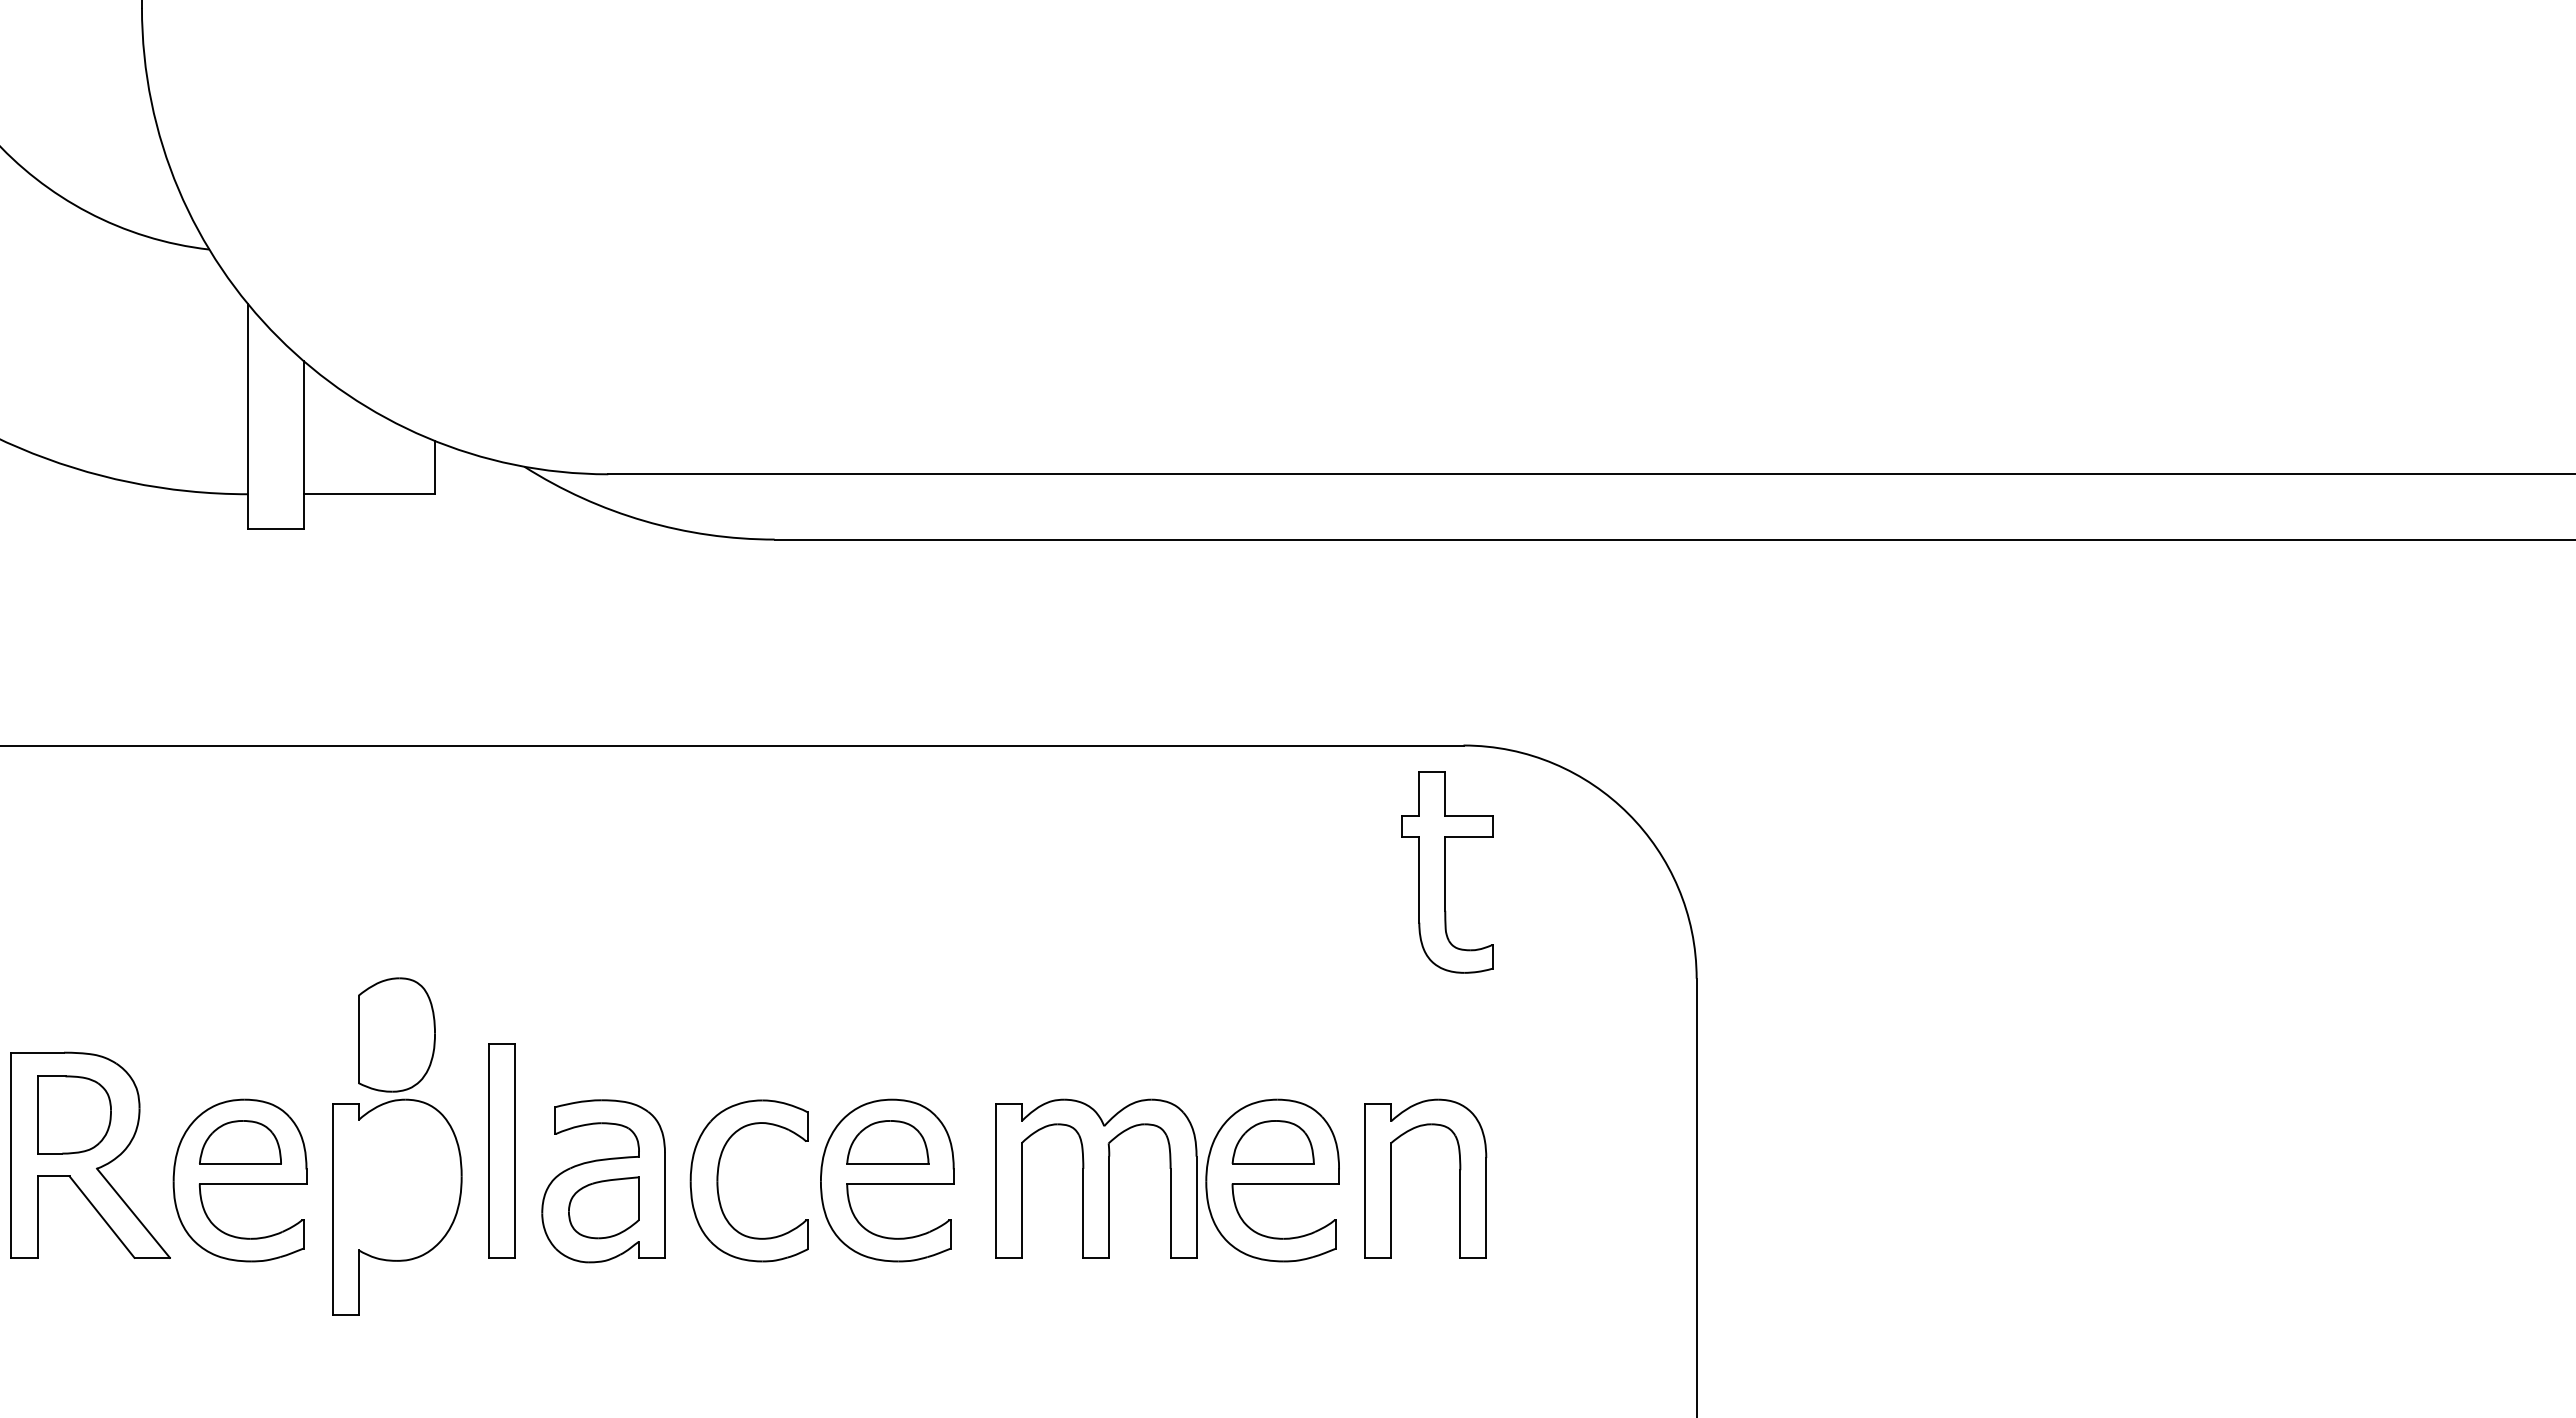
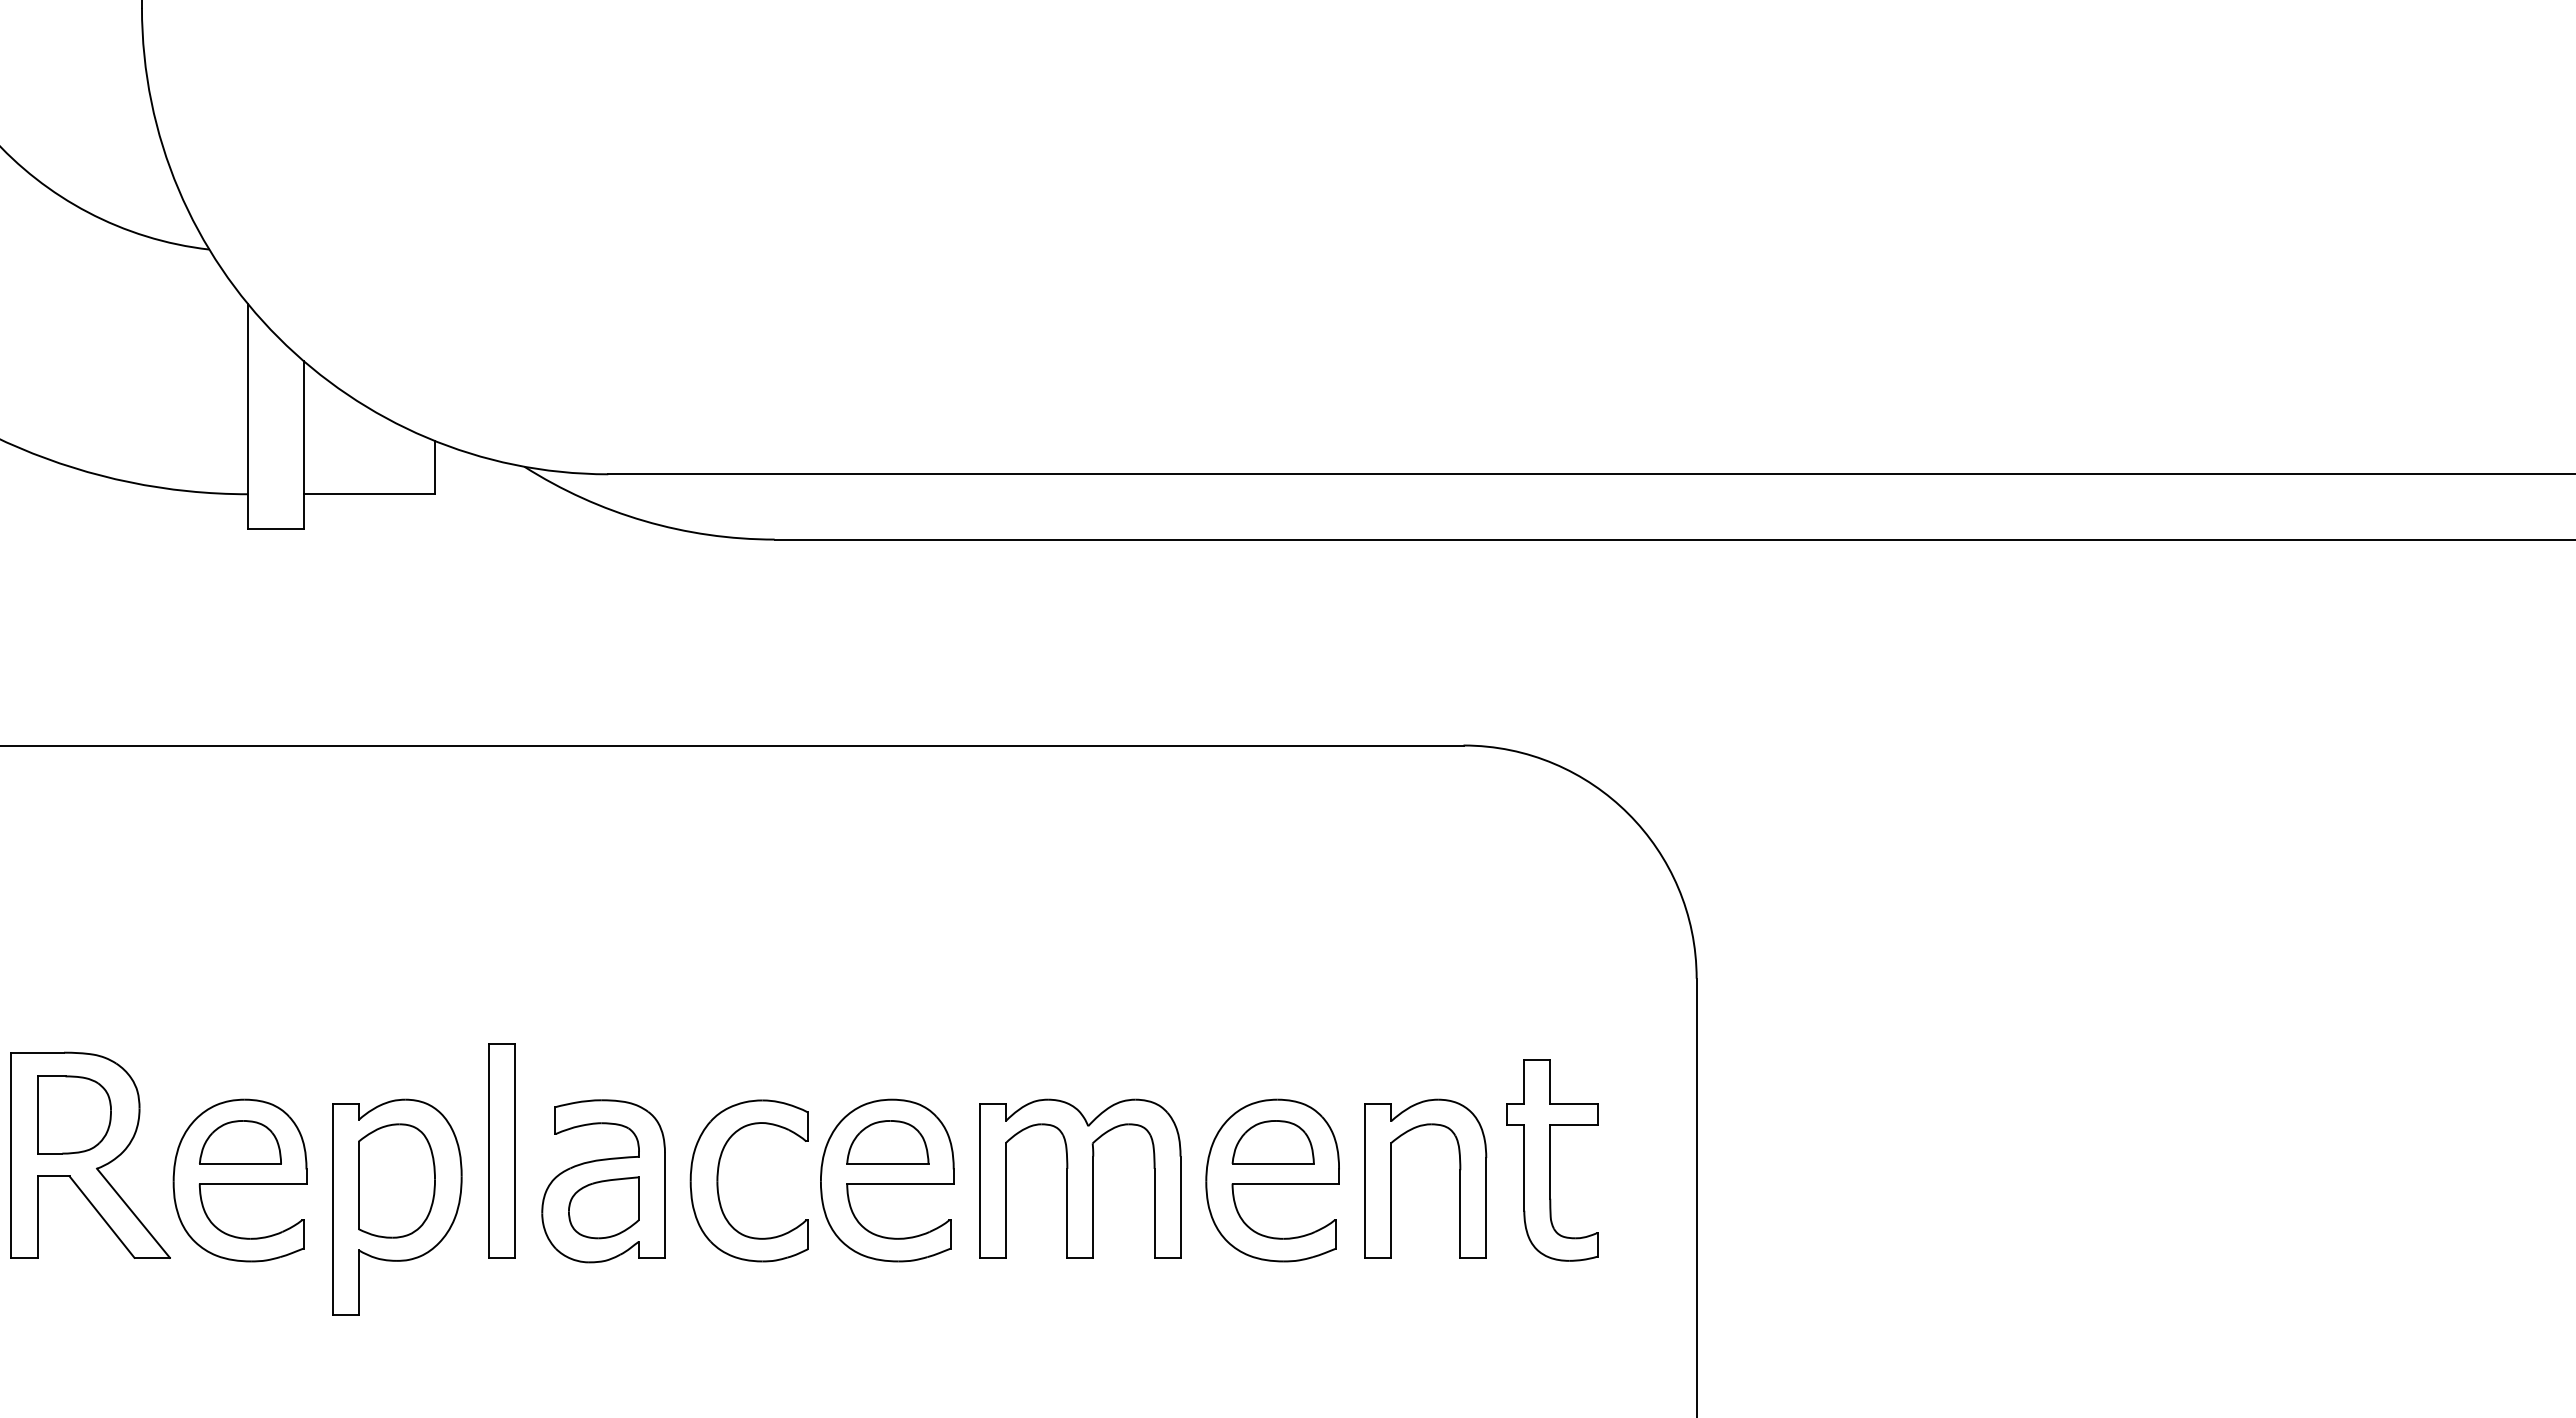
part at (1447, 872) position: (1447, 872) -> (1552, 1160)
part at (396, 1034) position: (396, 1034) -> (396, 1180)
part at (1096, 1178) position: (1096, 1178) -> (1080, 1178)
